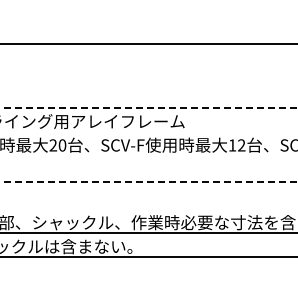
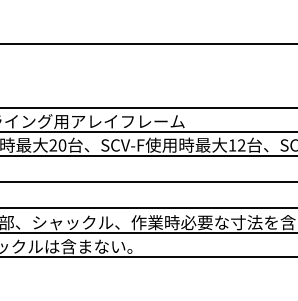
line at (149, 107): dashed -> solid
line at (148, 131): none -> present
line at (148, 155): none -> present
line at (149, 181): dashed -> solid
line at (148, 207): none -> present
